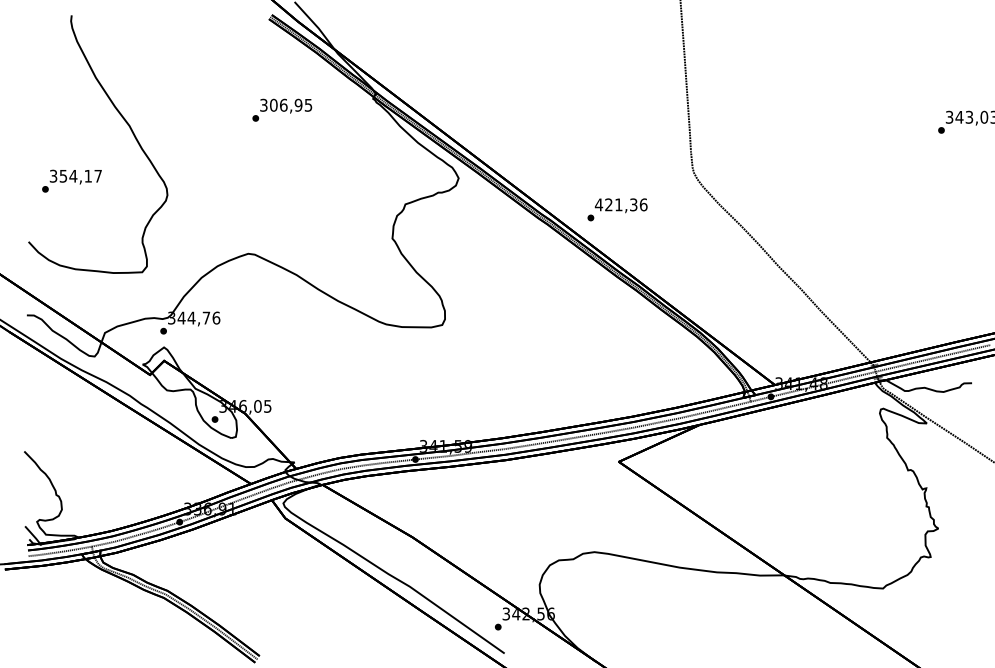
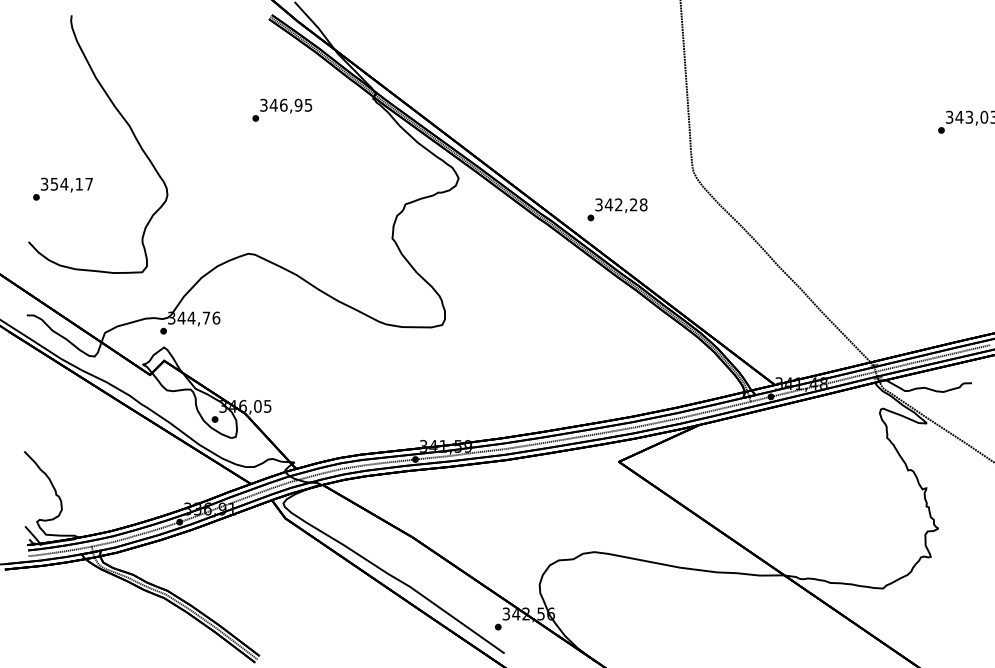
text at (273, 104): 306,95 -> 346,95
text at (71, 180) position: (71, 180) -> (62, 188)
text at (620, 204): 421,36 -> 342,28
